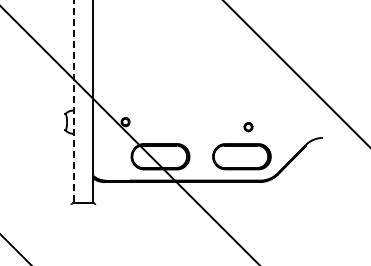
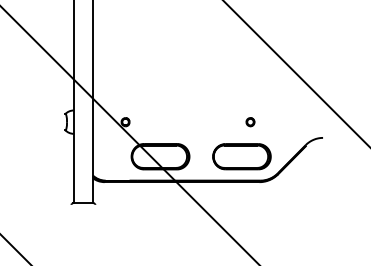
line at (73, 102): dashed -> solid
part at (248, 127) position: (248, 127) -> (250, 122)
